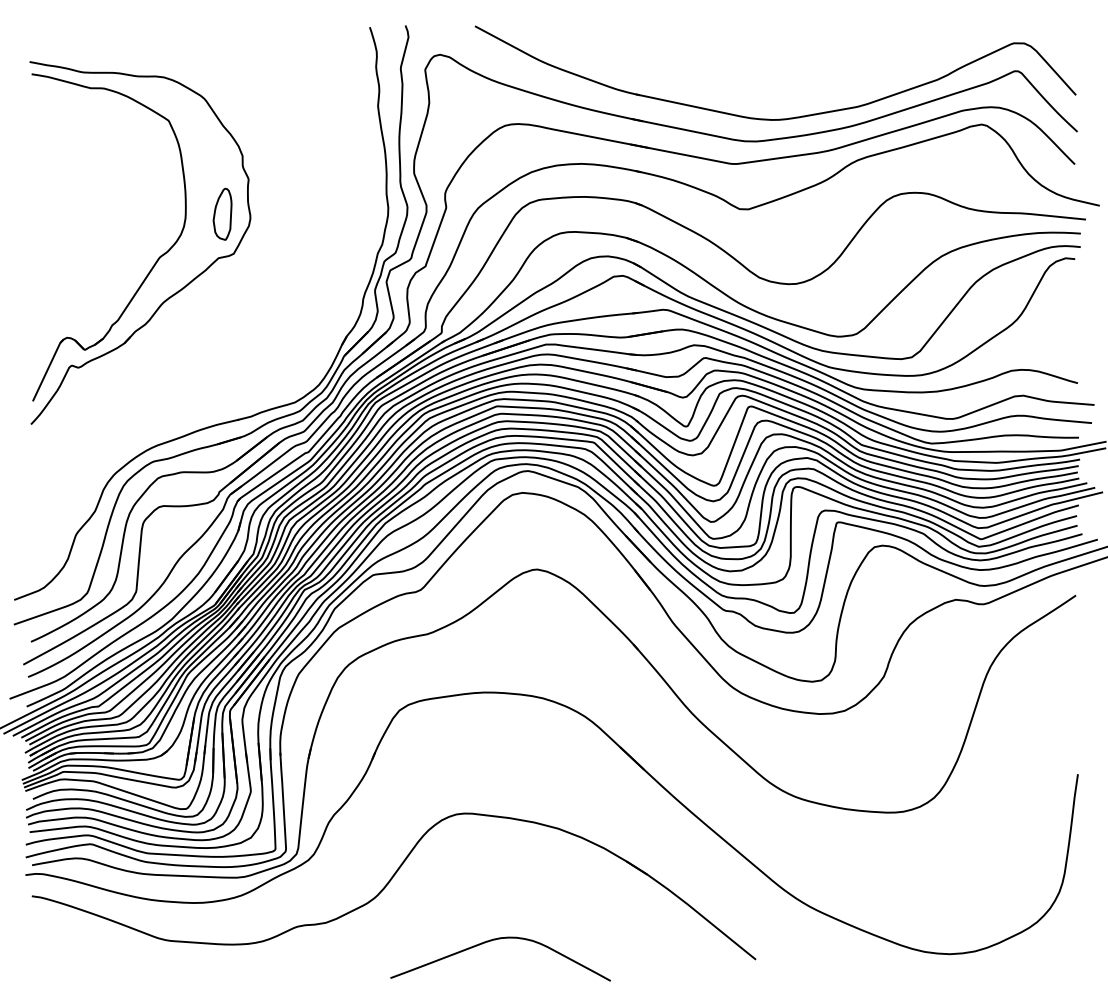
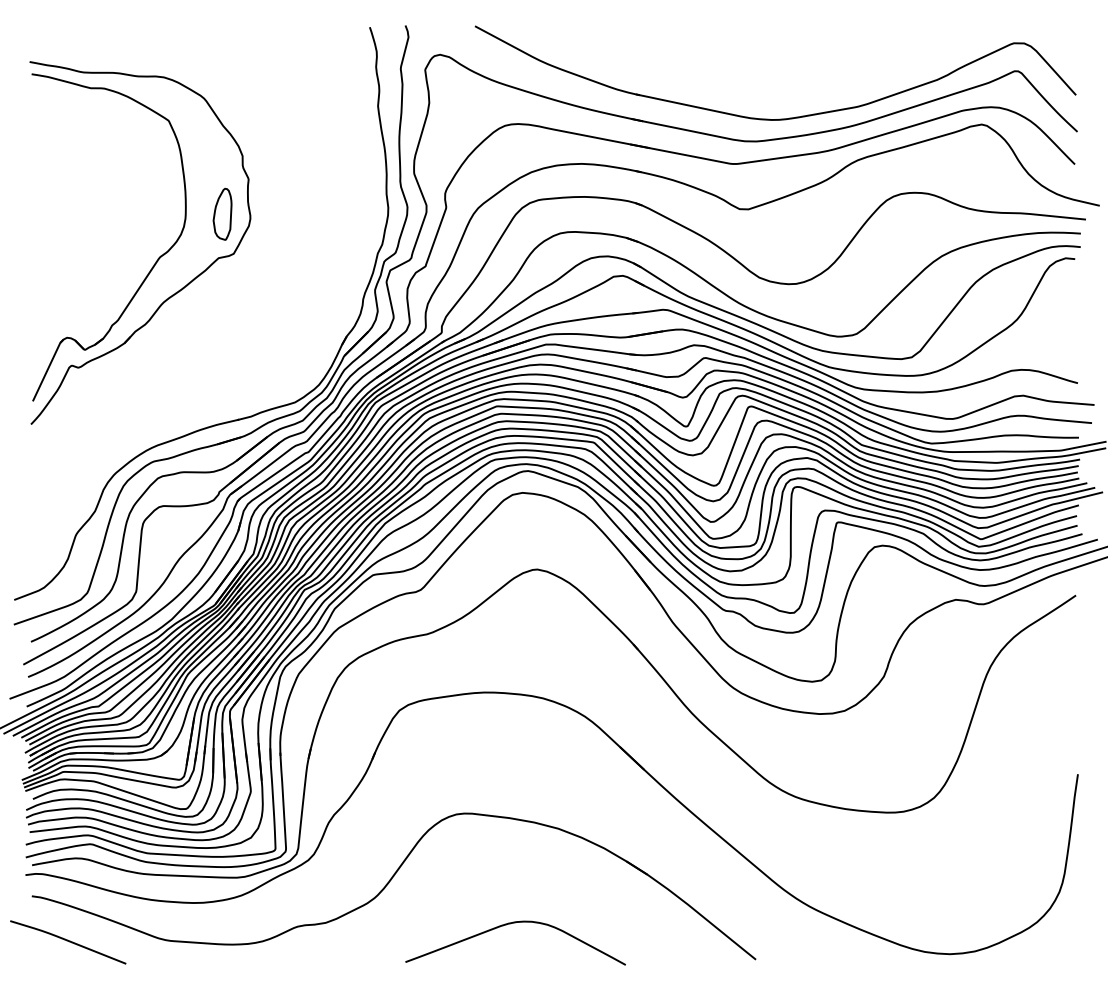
curve at (495, 940) position: (495, 940) -> (510, 924)
curve at (68, 941): none -> present
